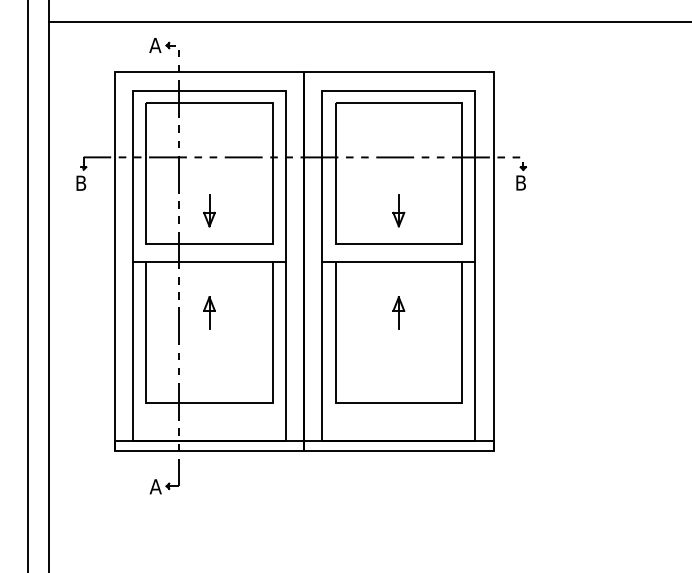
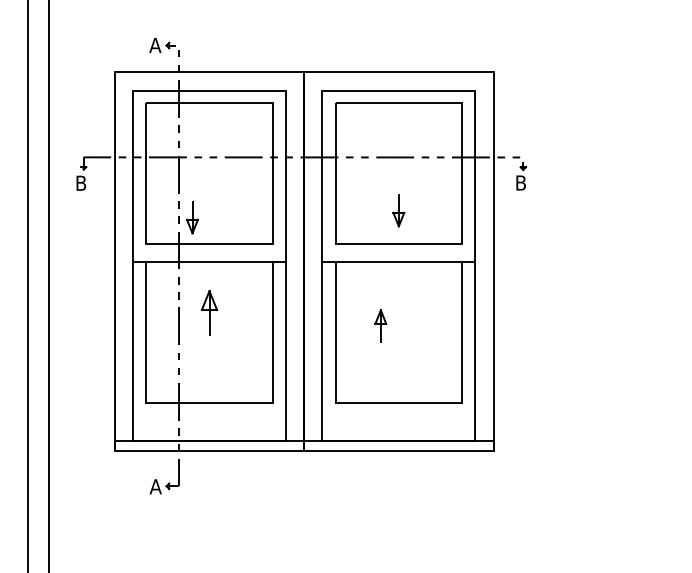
line at (368, 22): present -> none
part at (209, 210) position: (209, 210) -> (192, 217)
part at (209, 312) size: 13x34 px -> 19x46 px
part at (398, 312) position: (398, 312) -> (380, 325)
